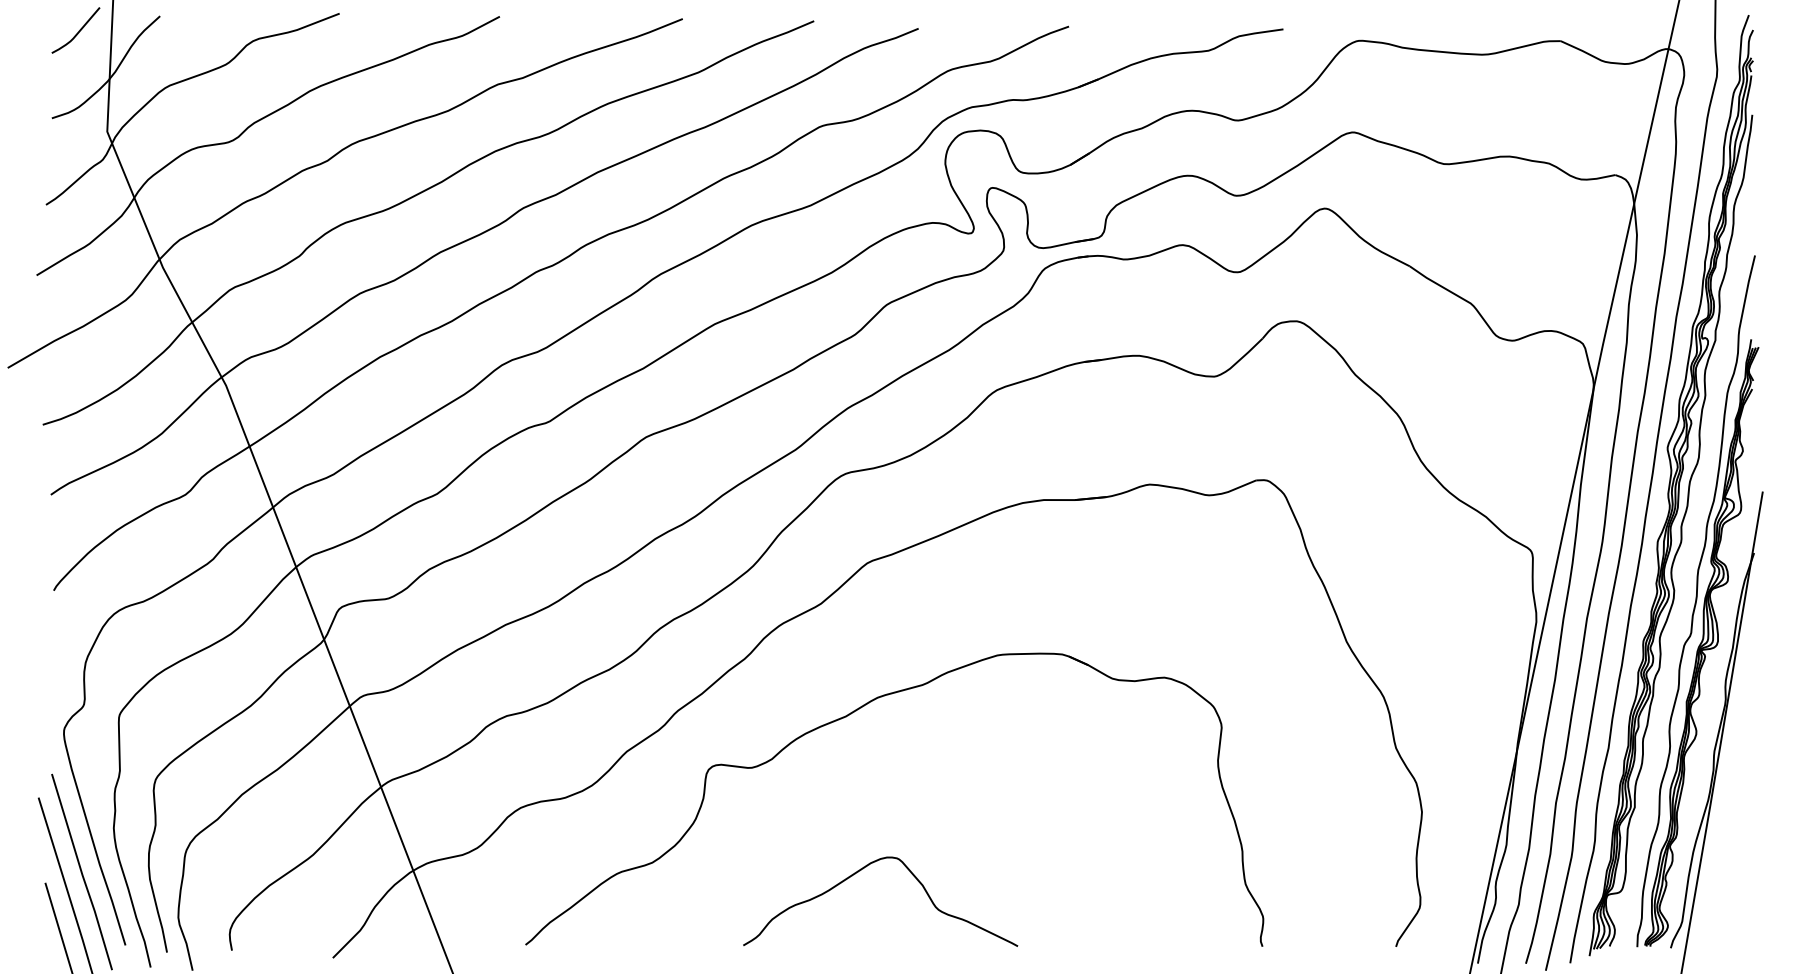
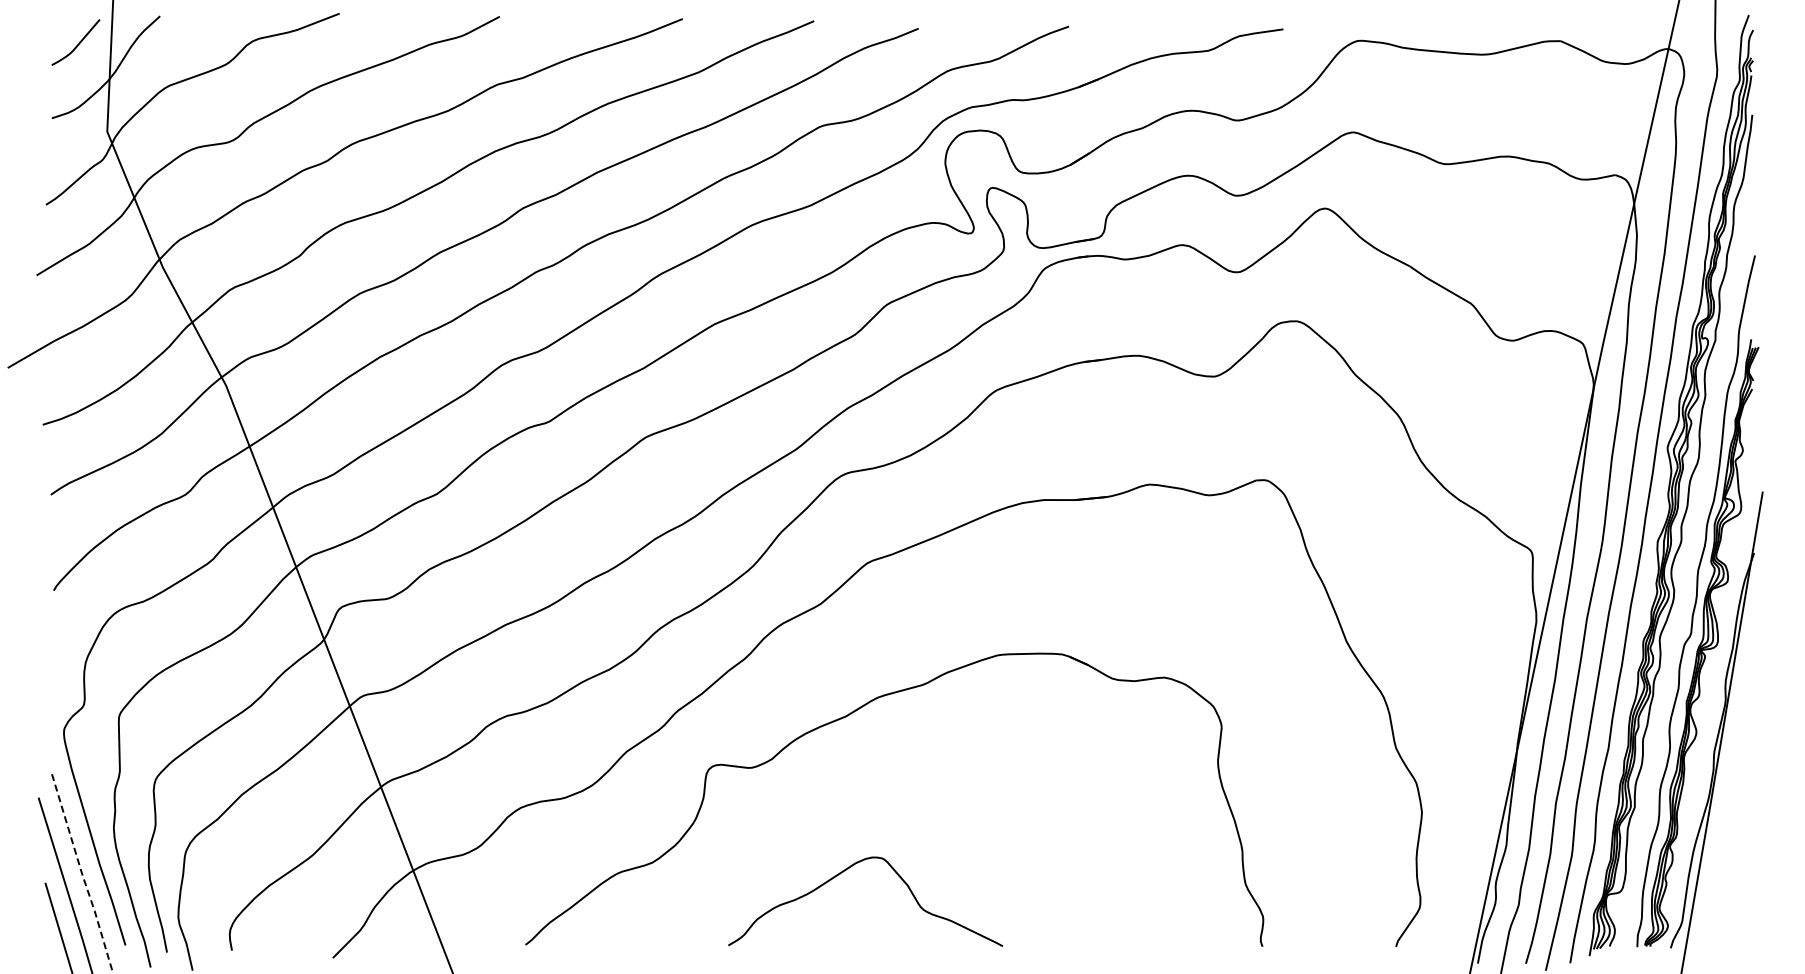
curve at (77, 32) position: (77, 32) -> (77, 44)
curve at (863, 869) position: (863, 869) -> (848, 869)
line at (81, 873): solid -> dashed
